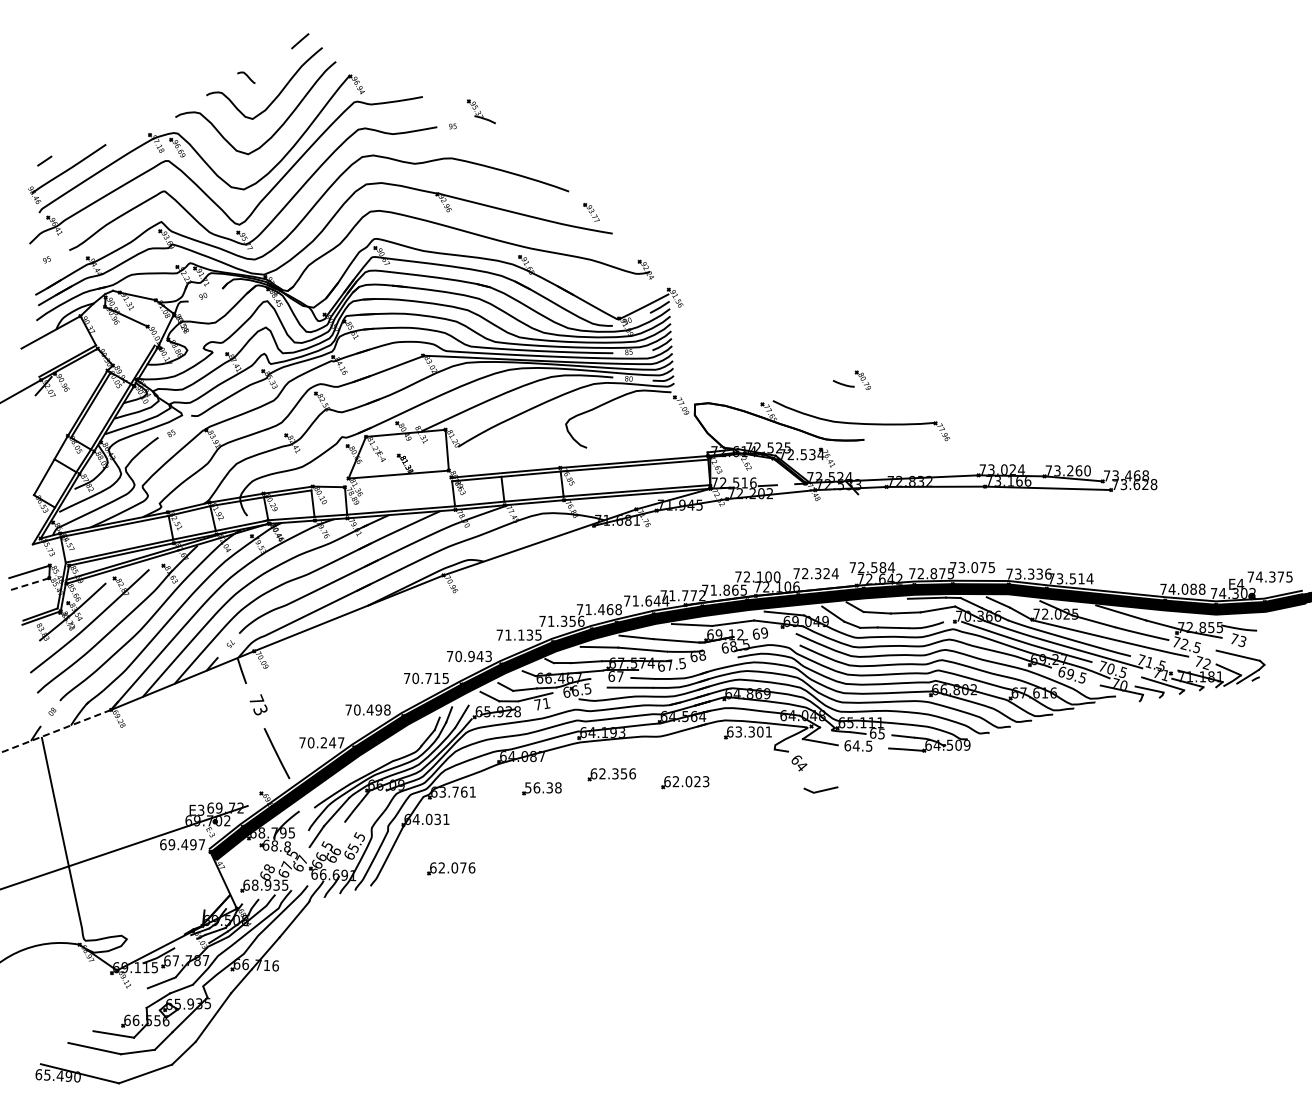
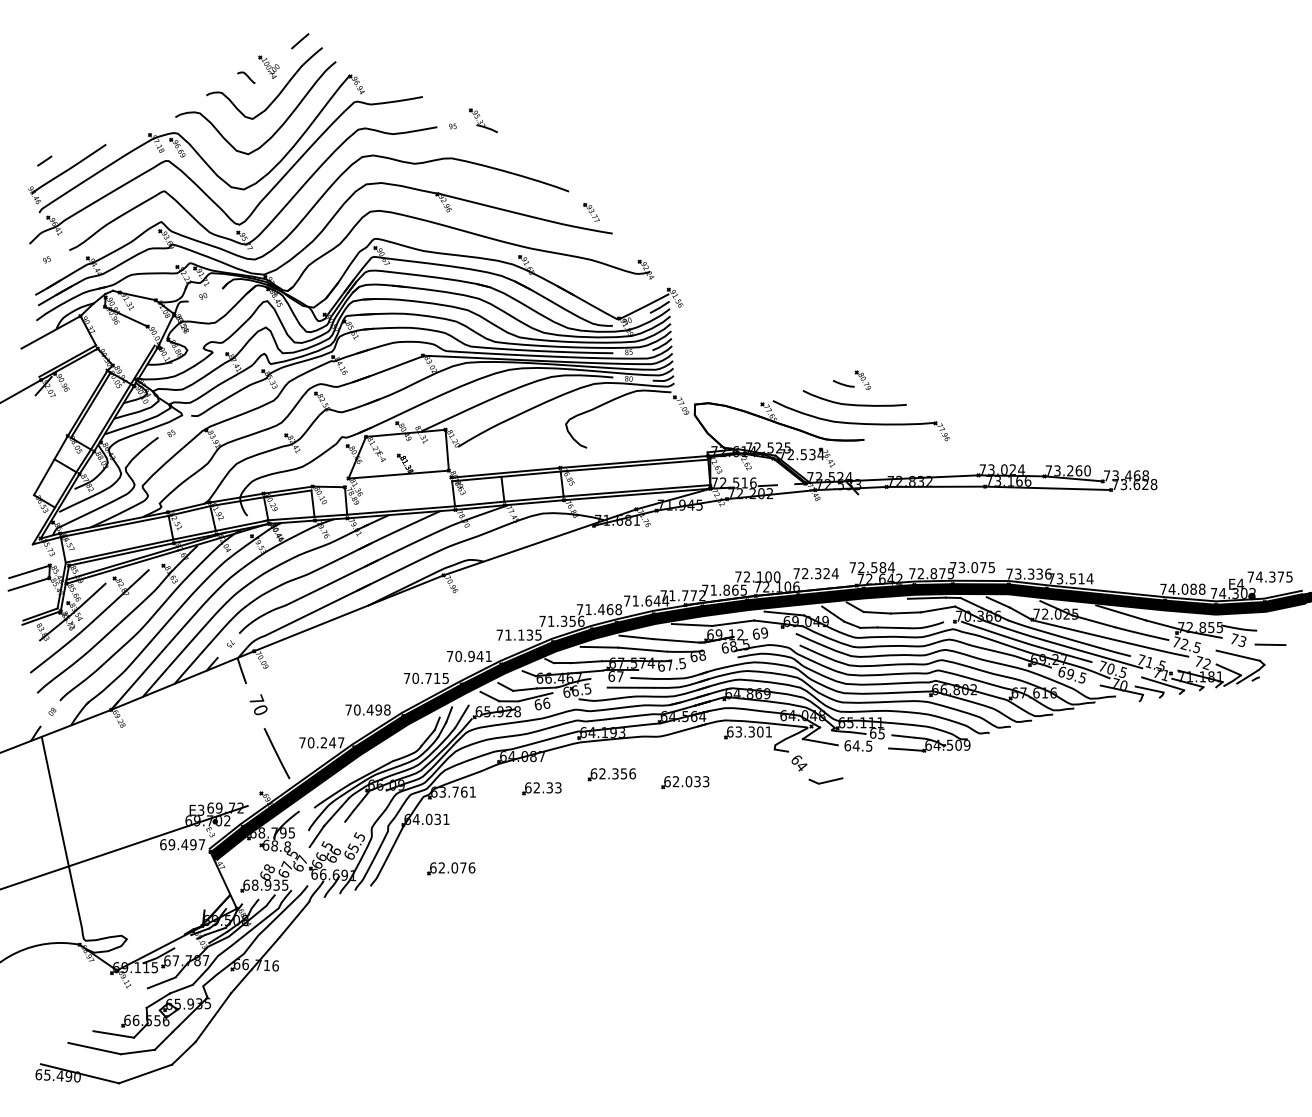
part at (268, 66): none -> present
part at (480, 111) position: (480, 111) -> (482, 120)
curve at (854, 404): none -> present
line at (28, 584): dashed -> solid
line at (1270, 644): none -> present
text at (488, 656): 70.943 -> 70.941
text at (542, 703): 71 -> 66
text at (260, 709): 73 -> 70
line at (55, 731): dashed -> solid
text at (697, 782): 62.023 -> 62.033
text at (543, 787): 56.38 -> 62.33
line at (820, 790) position: (820, 790) -> (825, 781)
